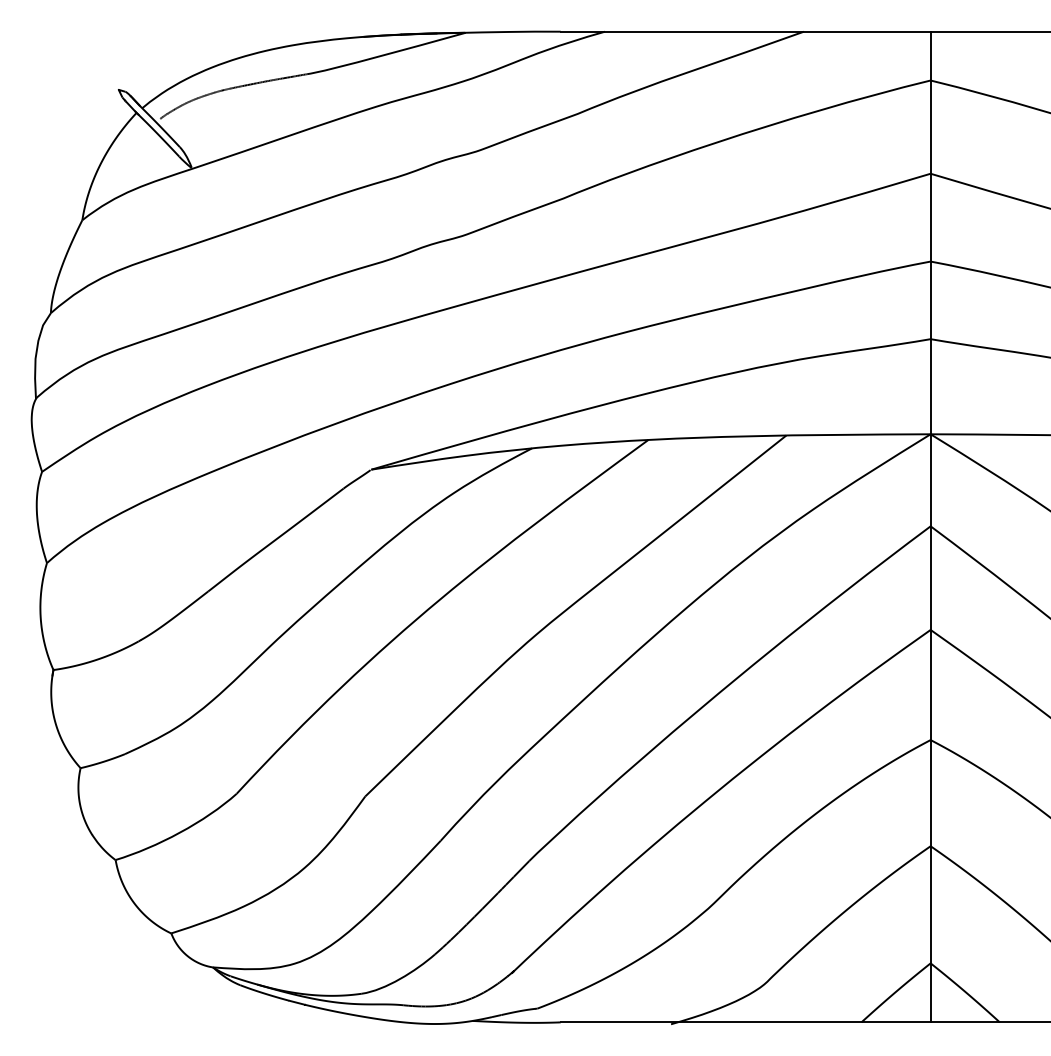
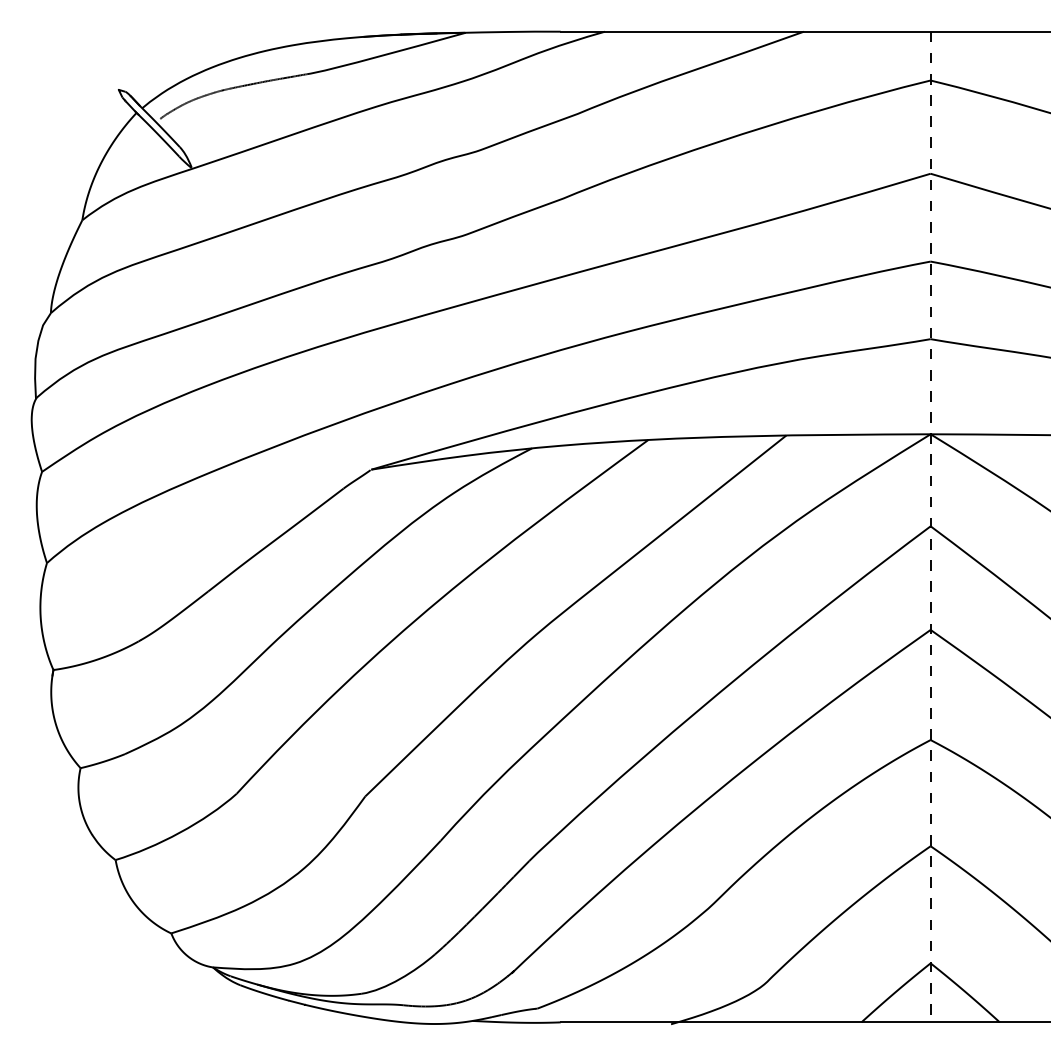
line at (930, 527): solid -> dashed
